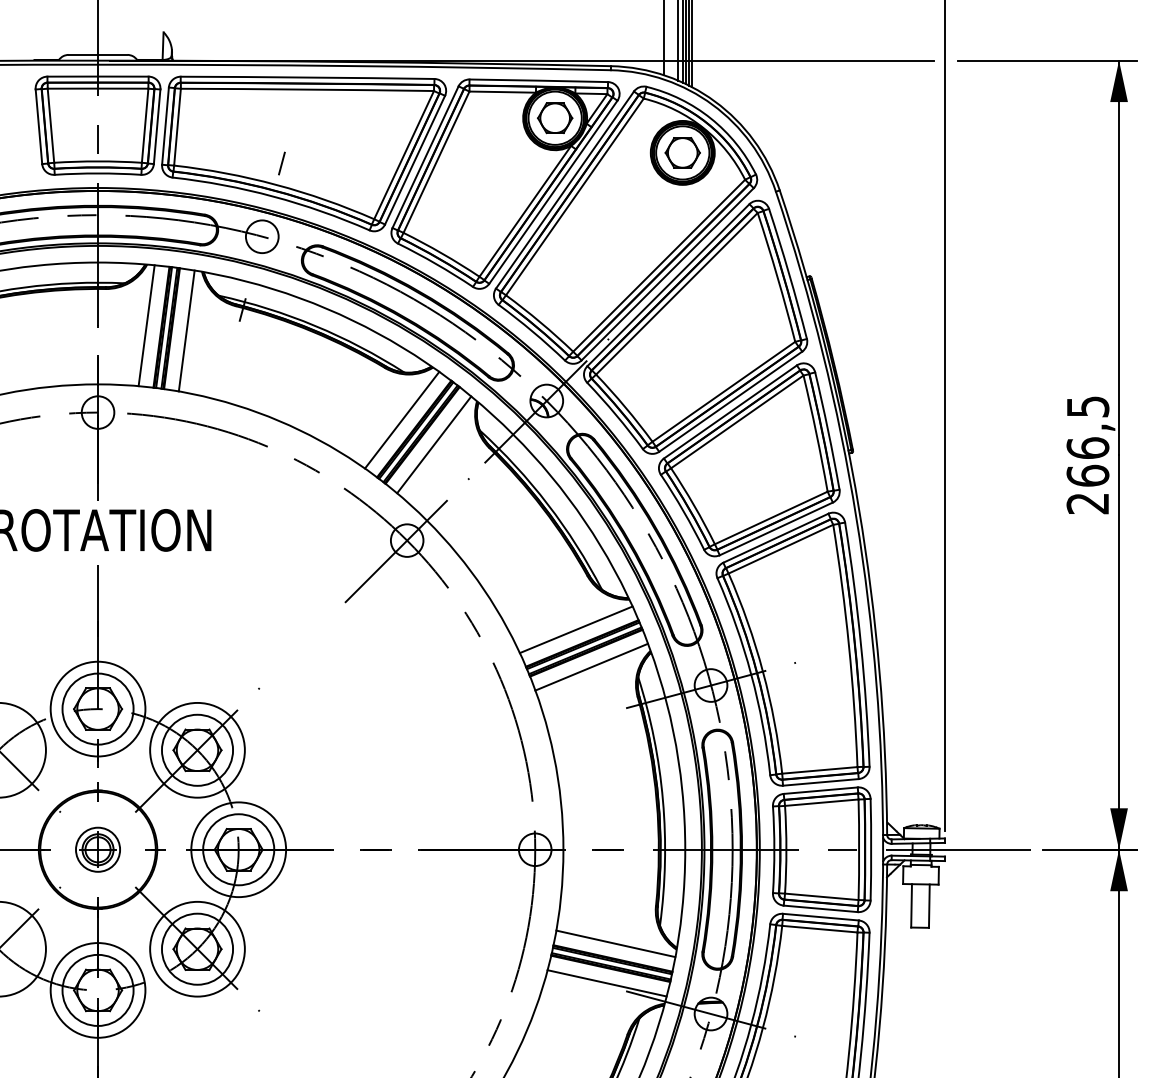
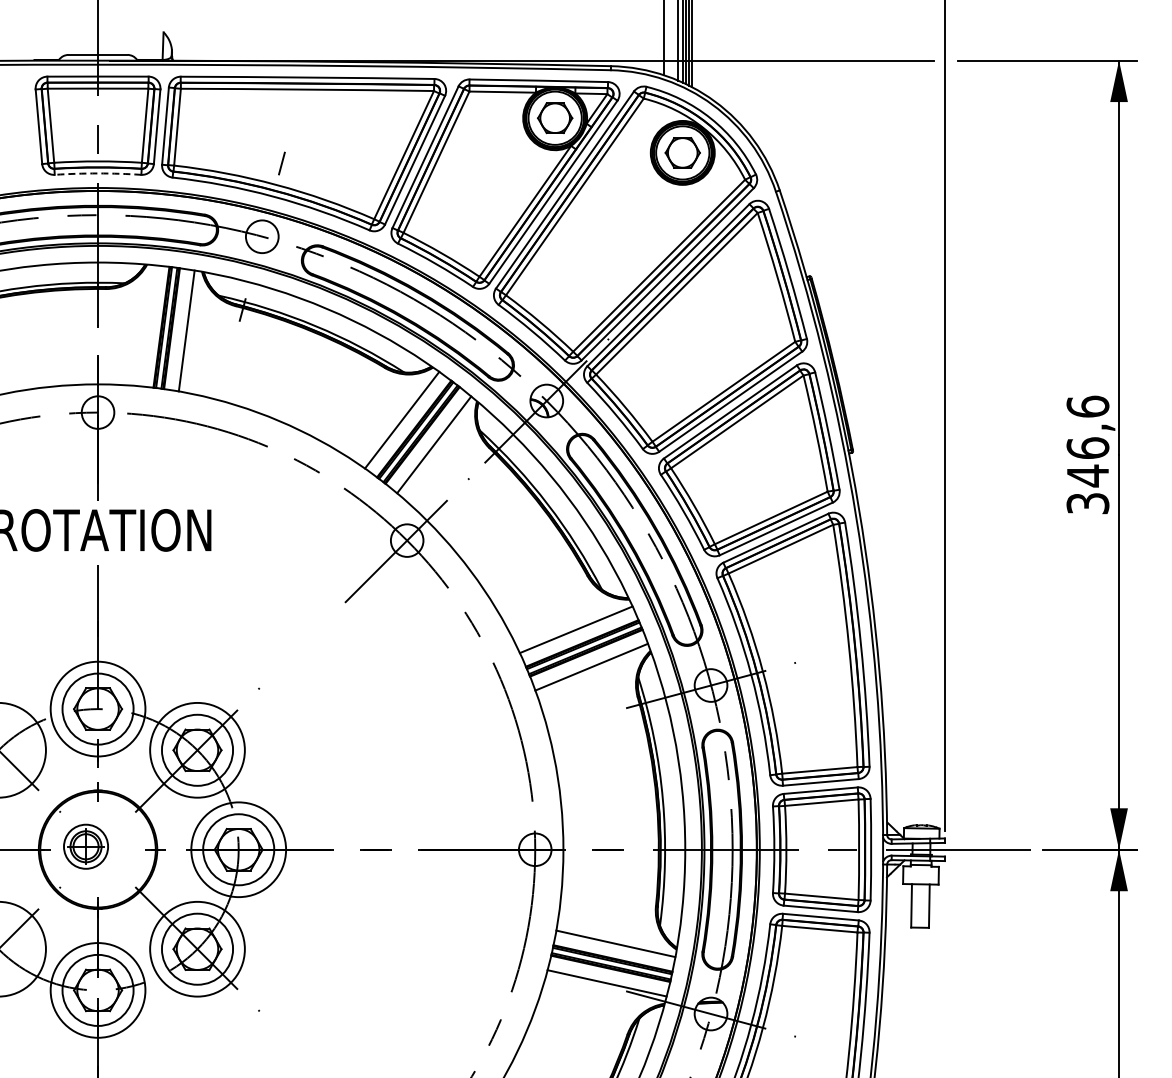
arc at (98, 173): solid -> dashed
line at (146, 325): present -> none
text at (1087, 454): 266,5 -> 346,6
part at (97, 849) position: (97, 849) -> (85, 846)
